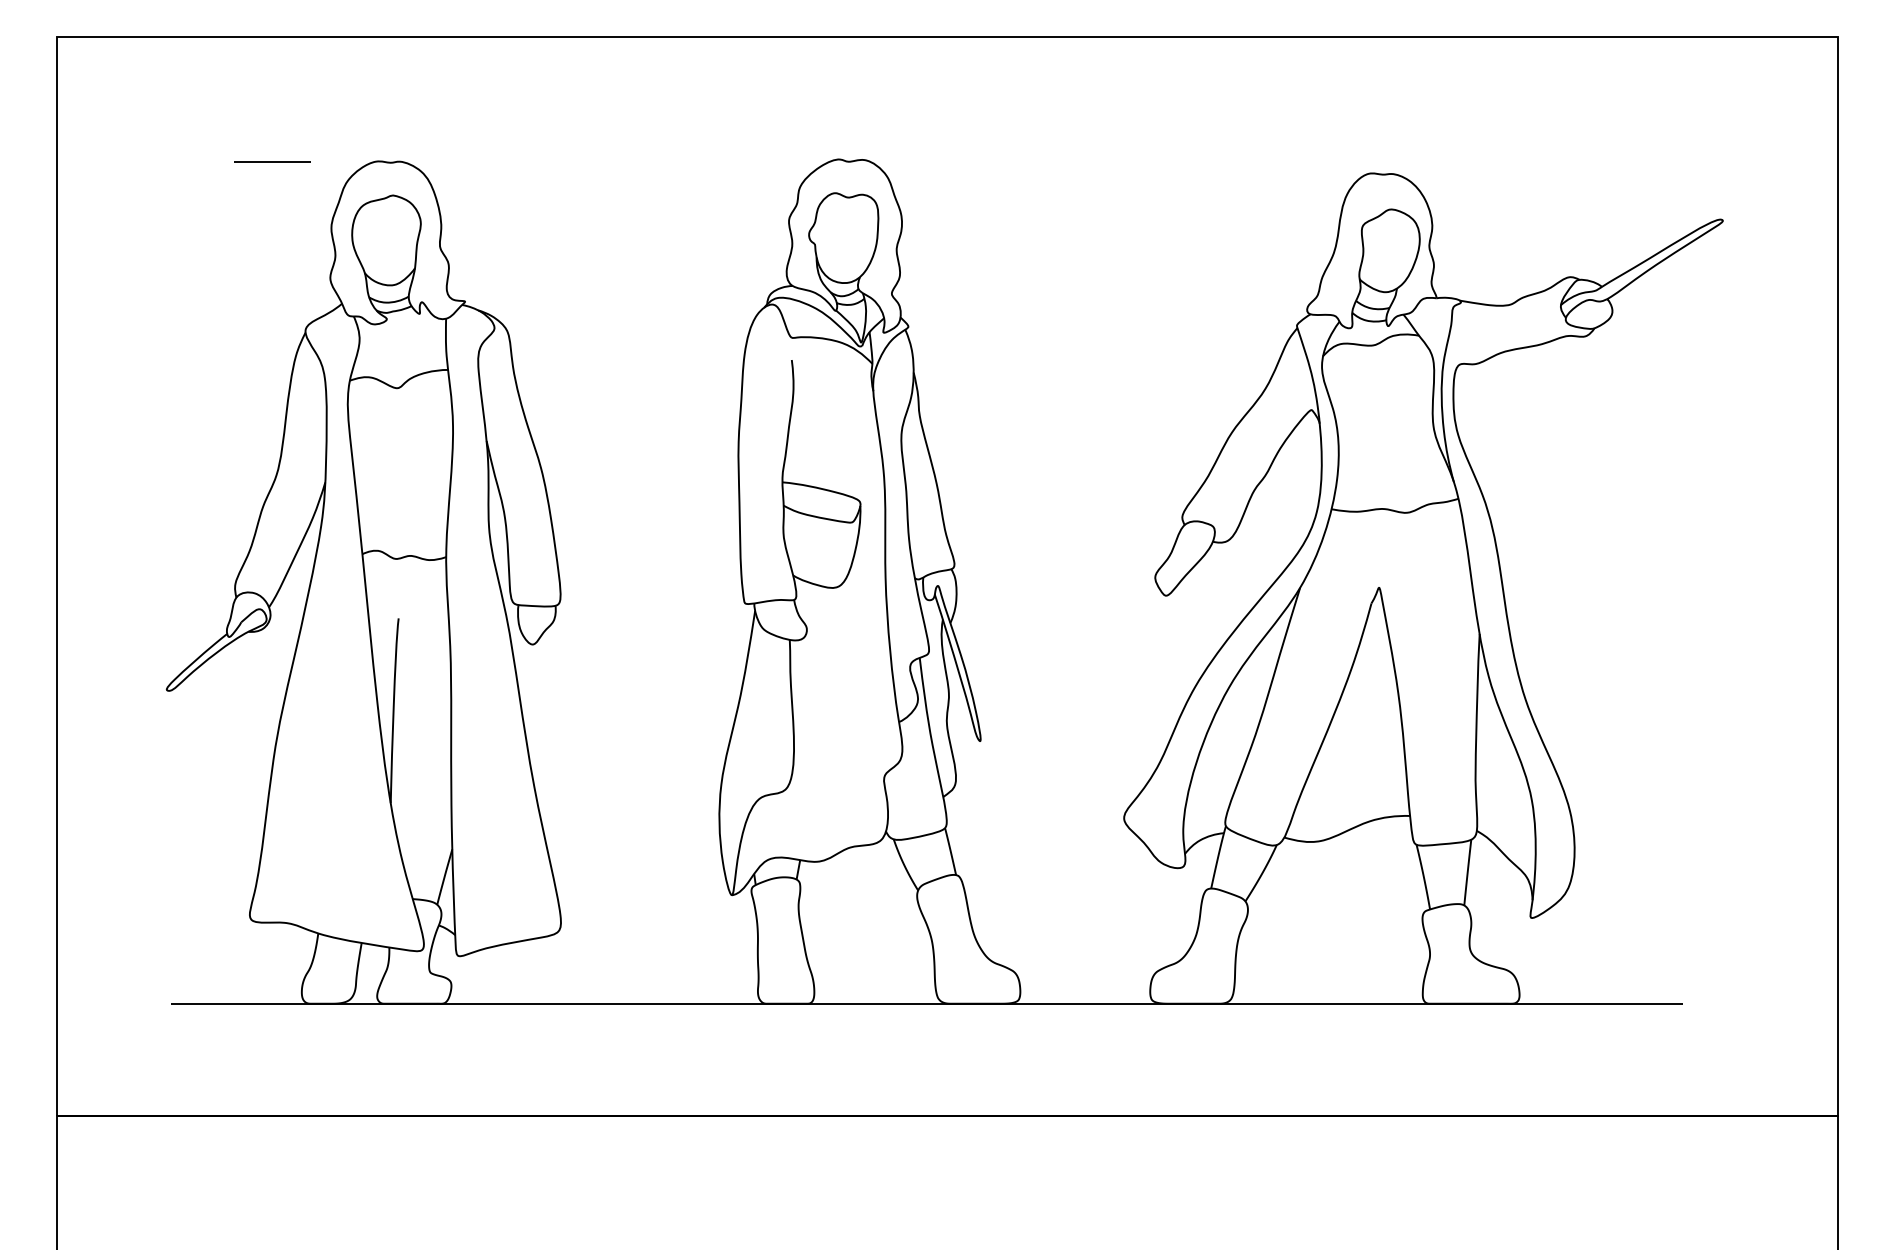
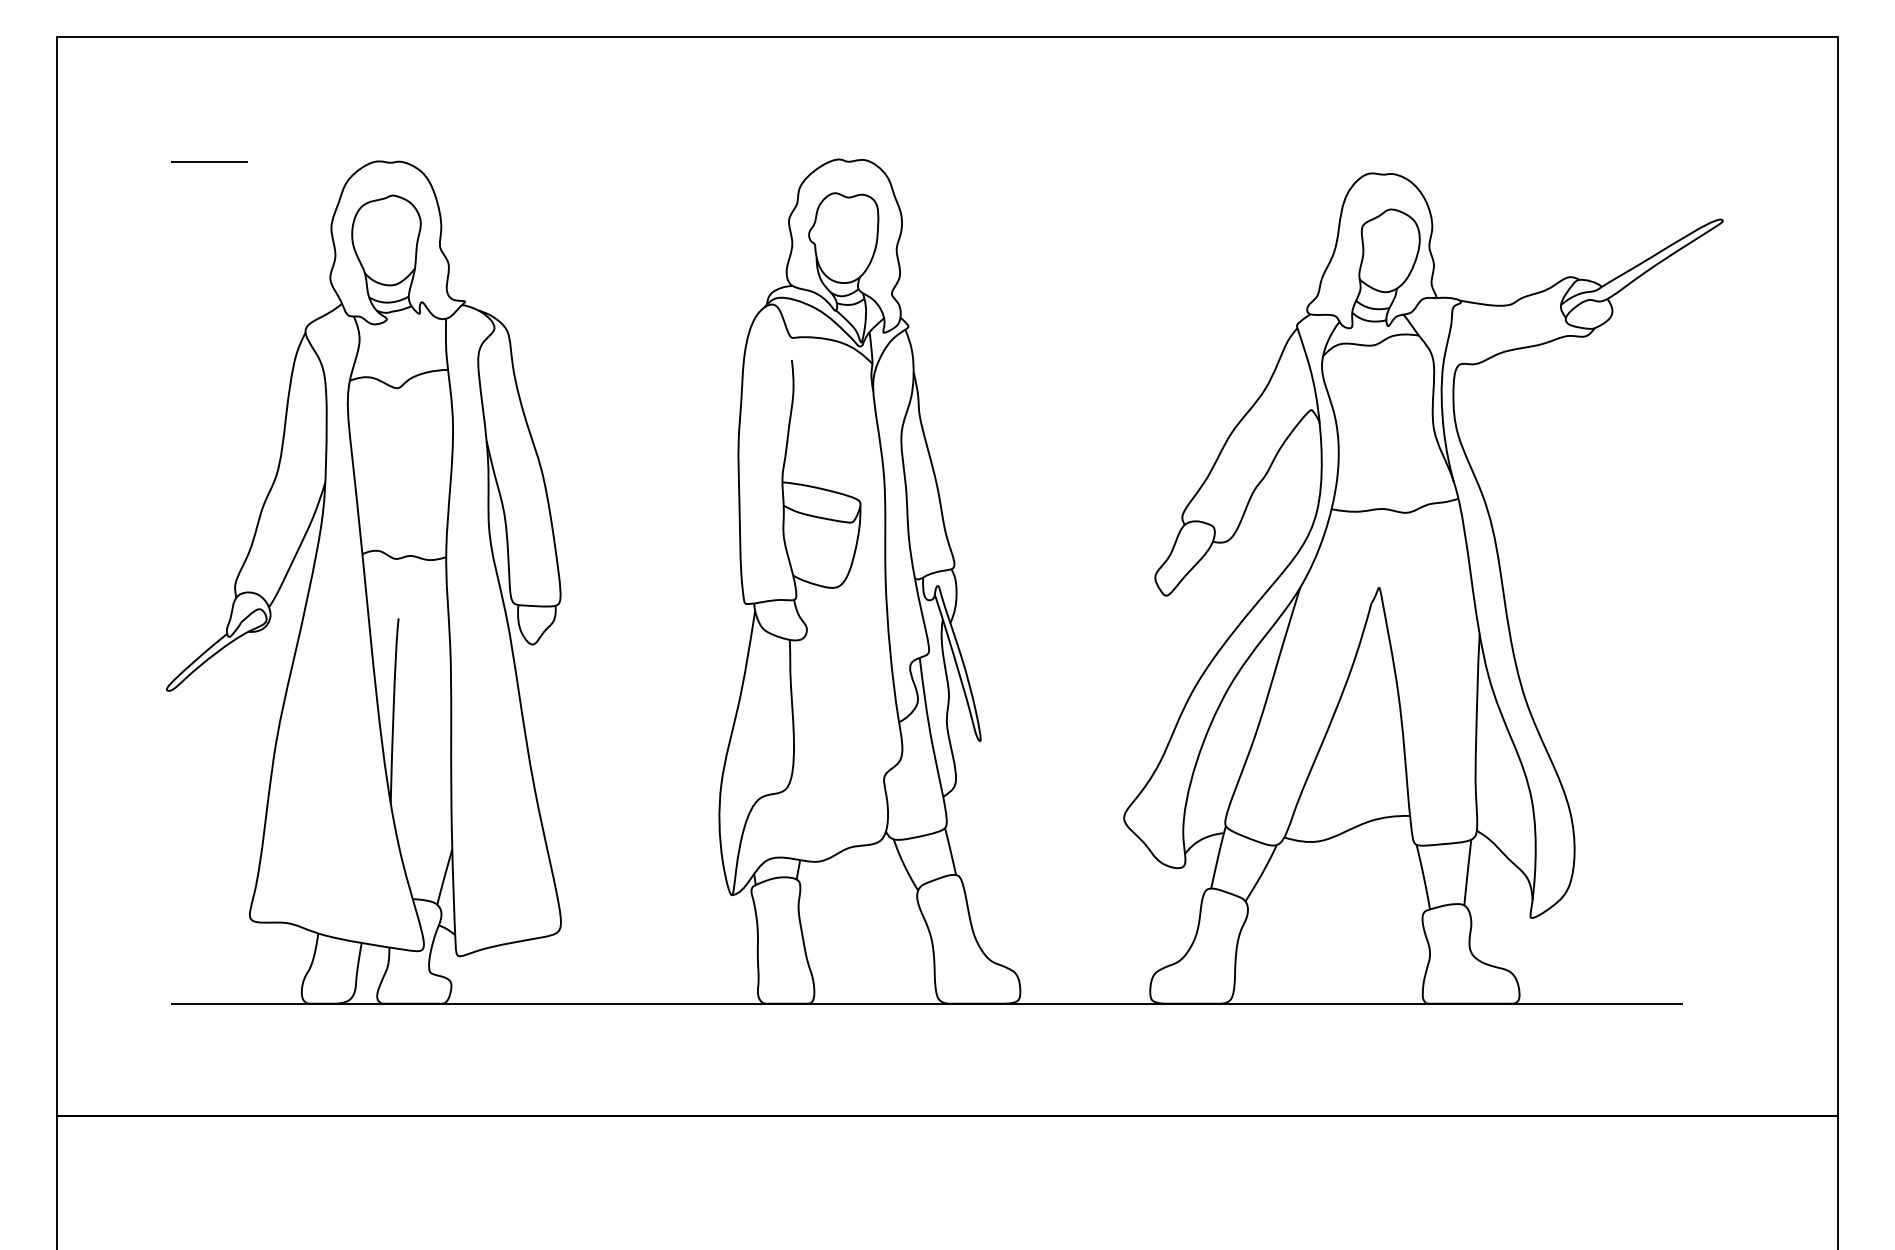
line at (272, 161) position: (272, 161) -> (209, 161)
